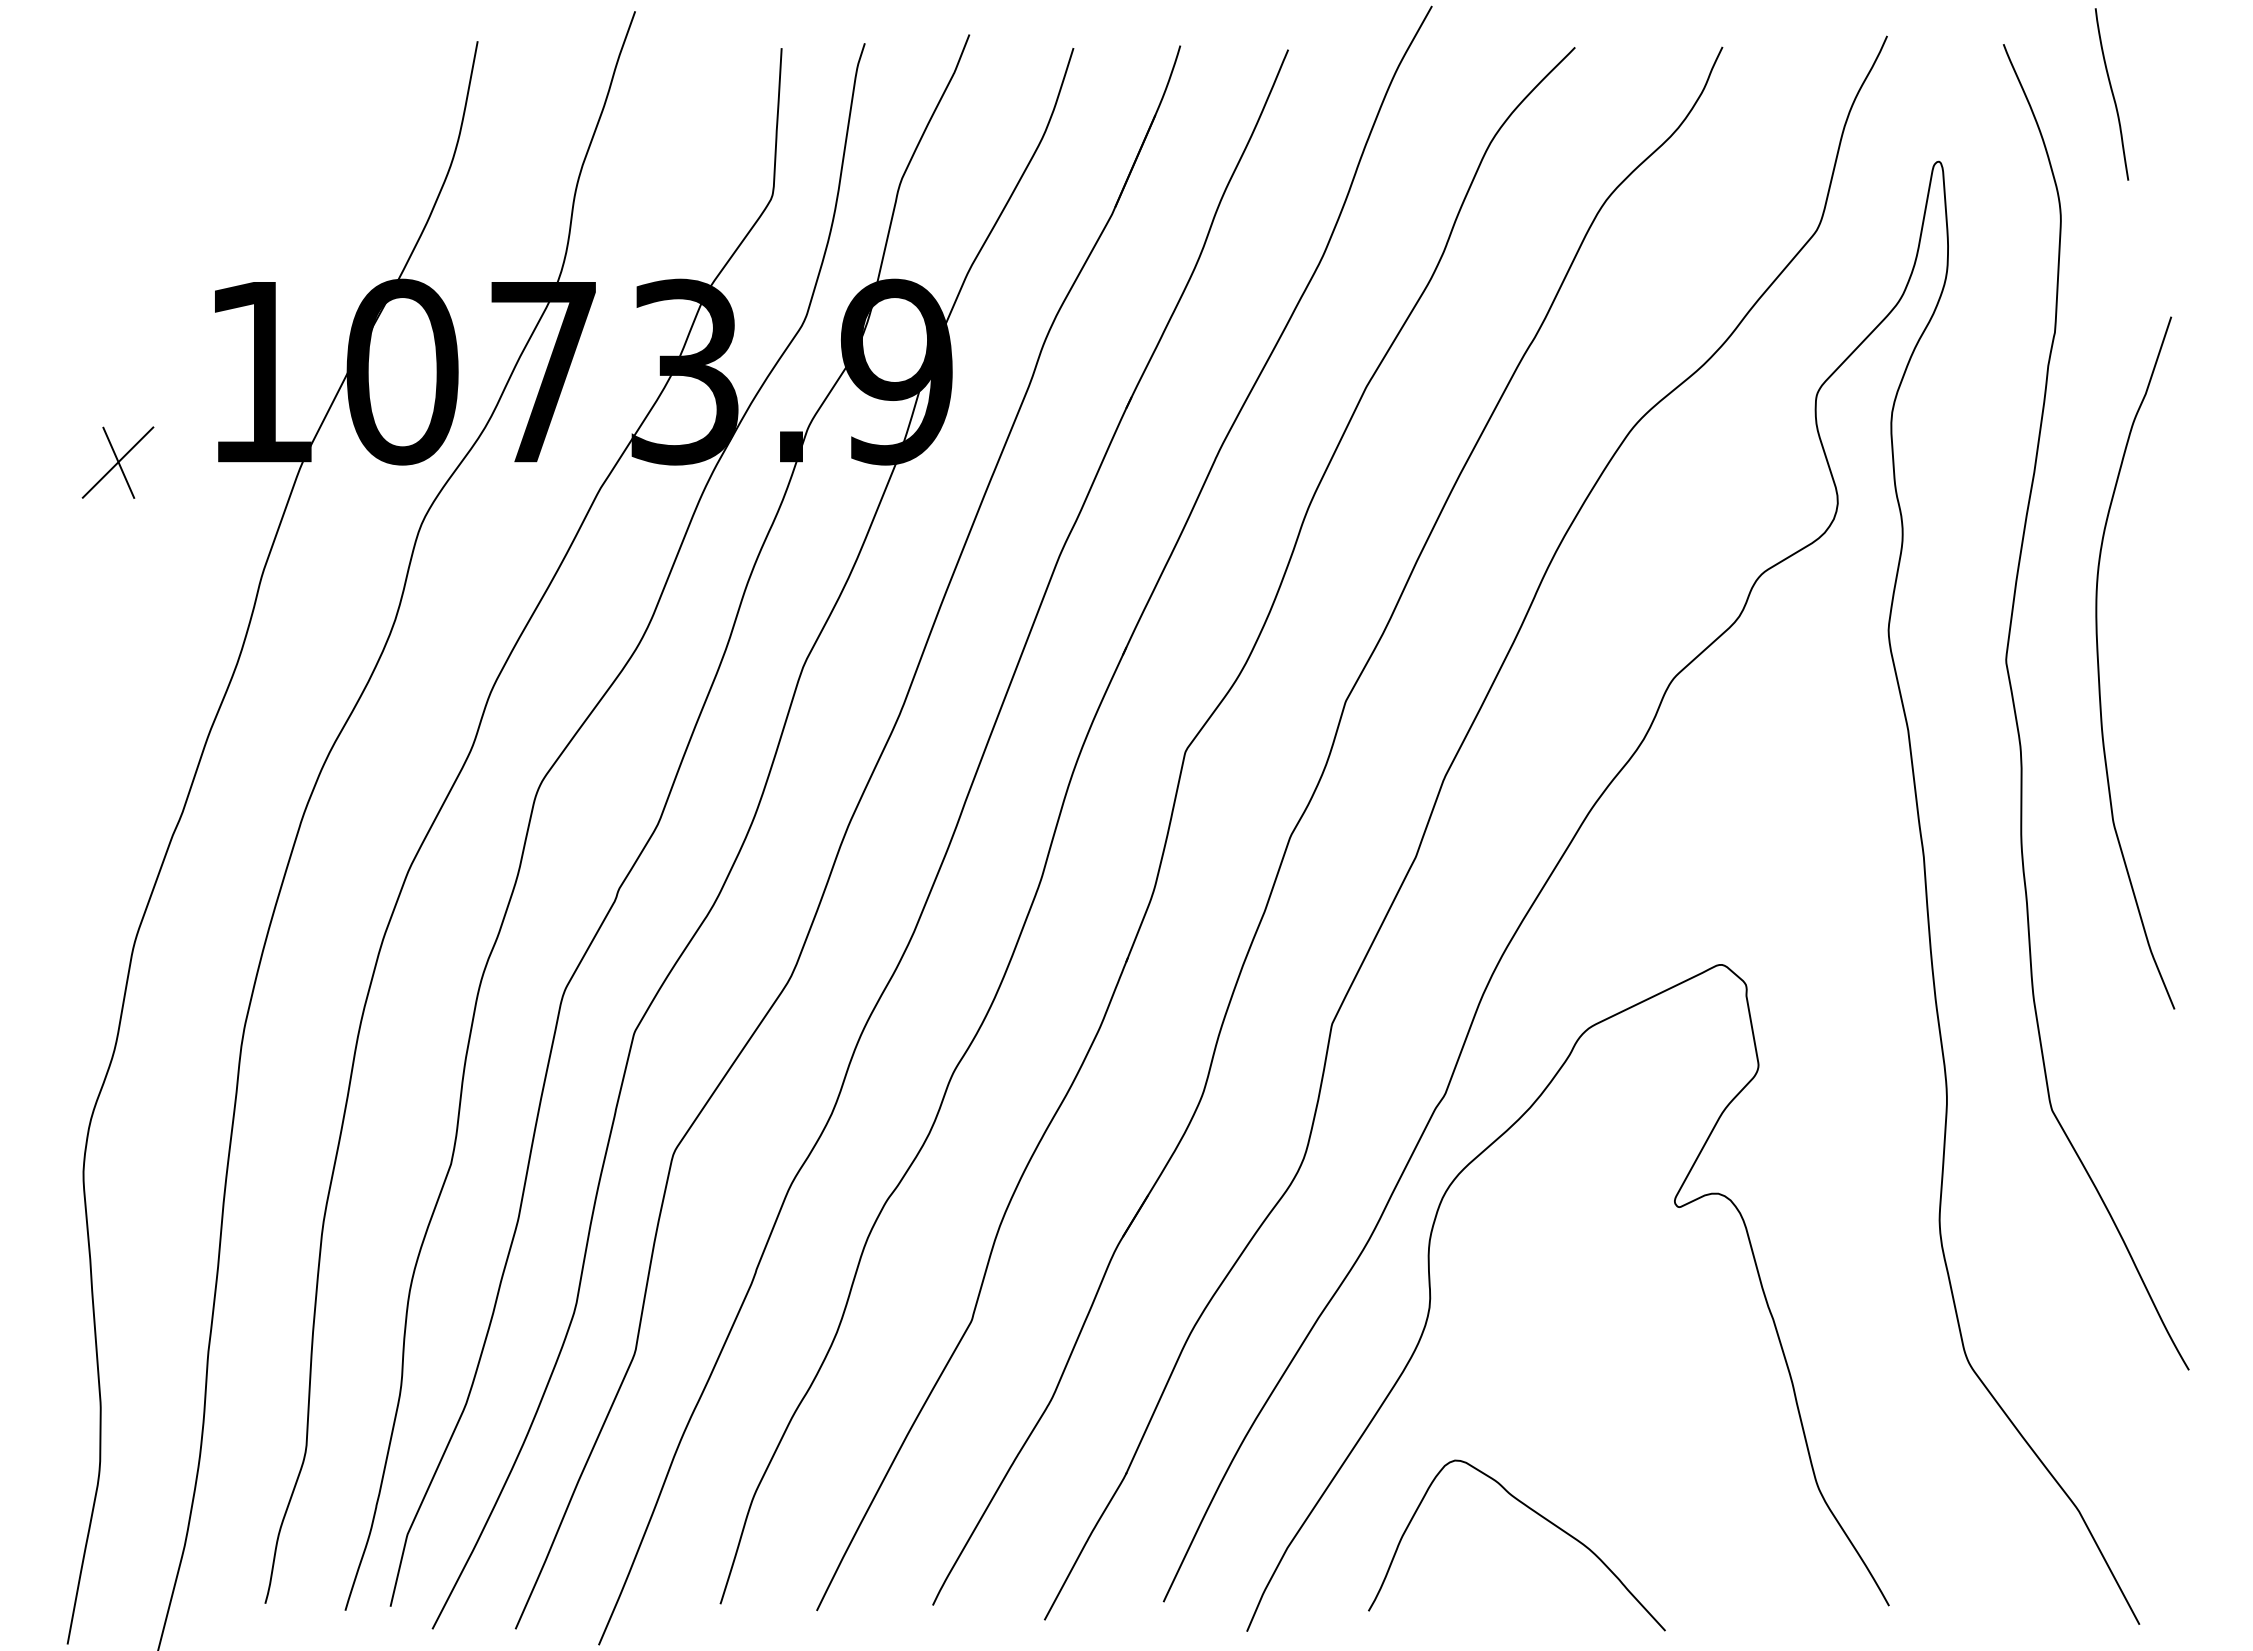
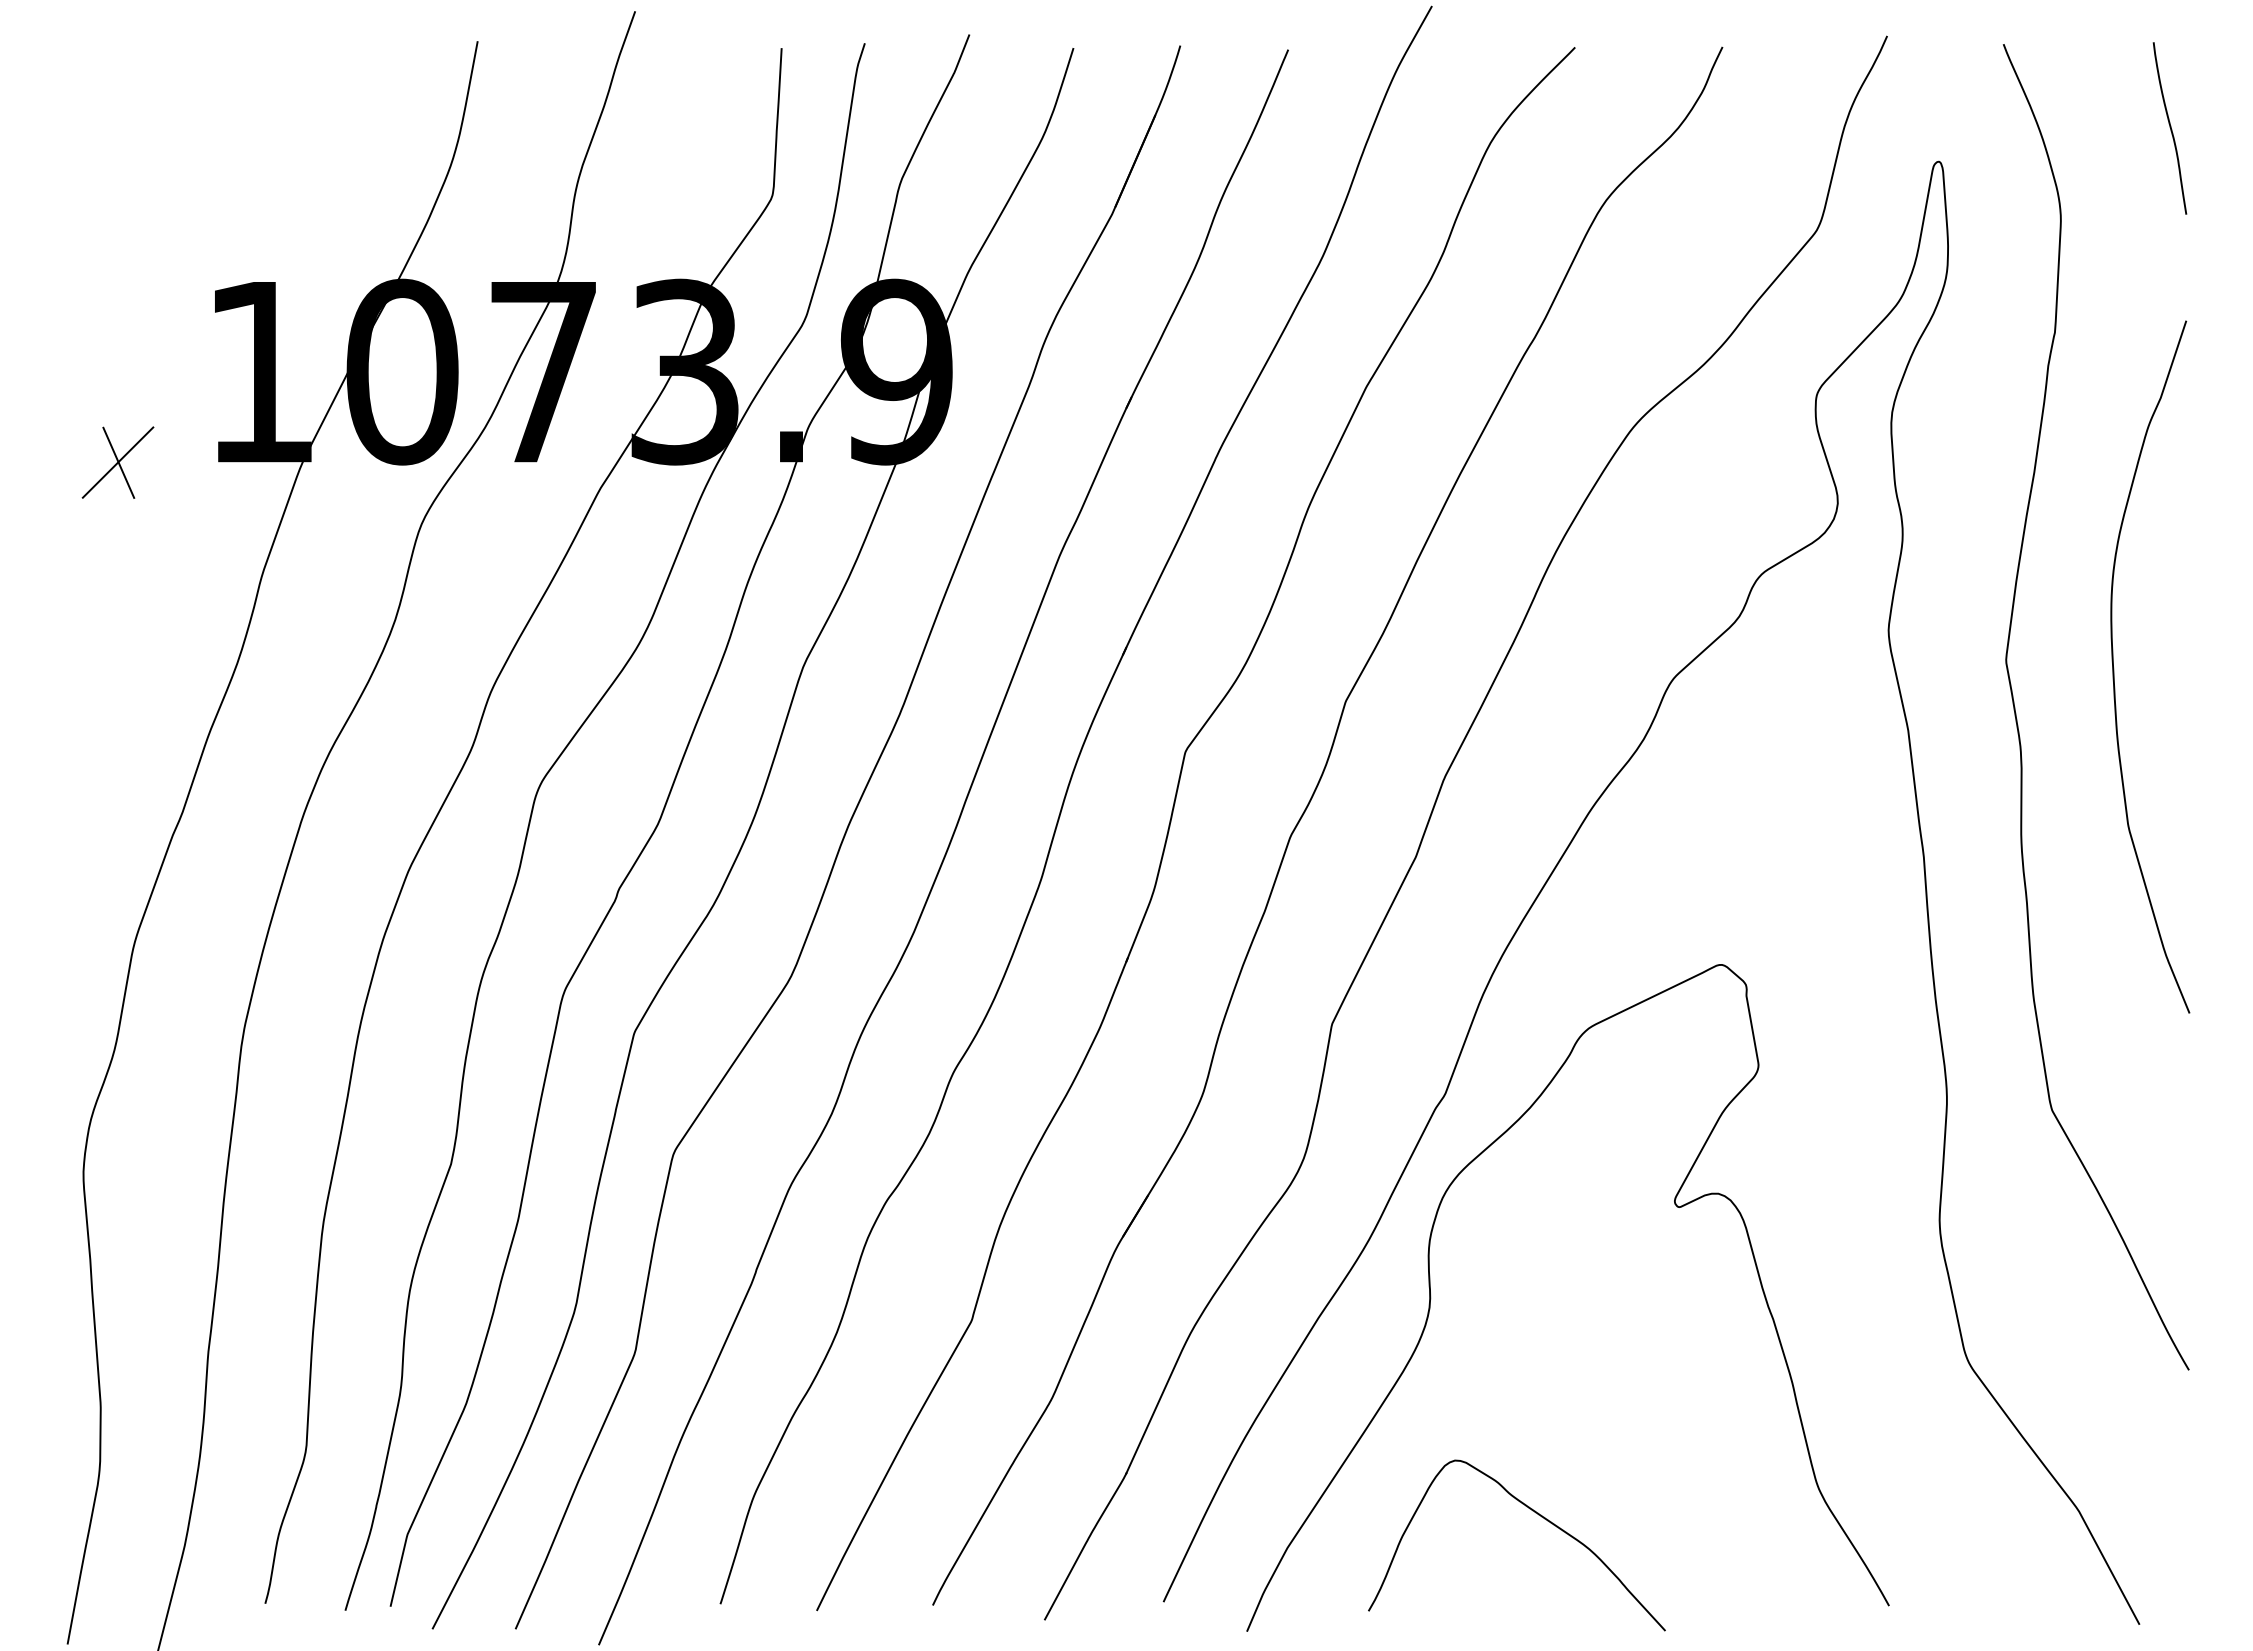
curve at (2111, 93) position: (2111, 93) -> (2169, 127)
curve at (2099, 664) position: (2099, 664) -> (2114, 668)
